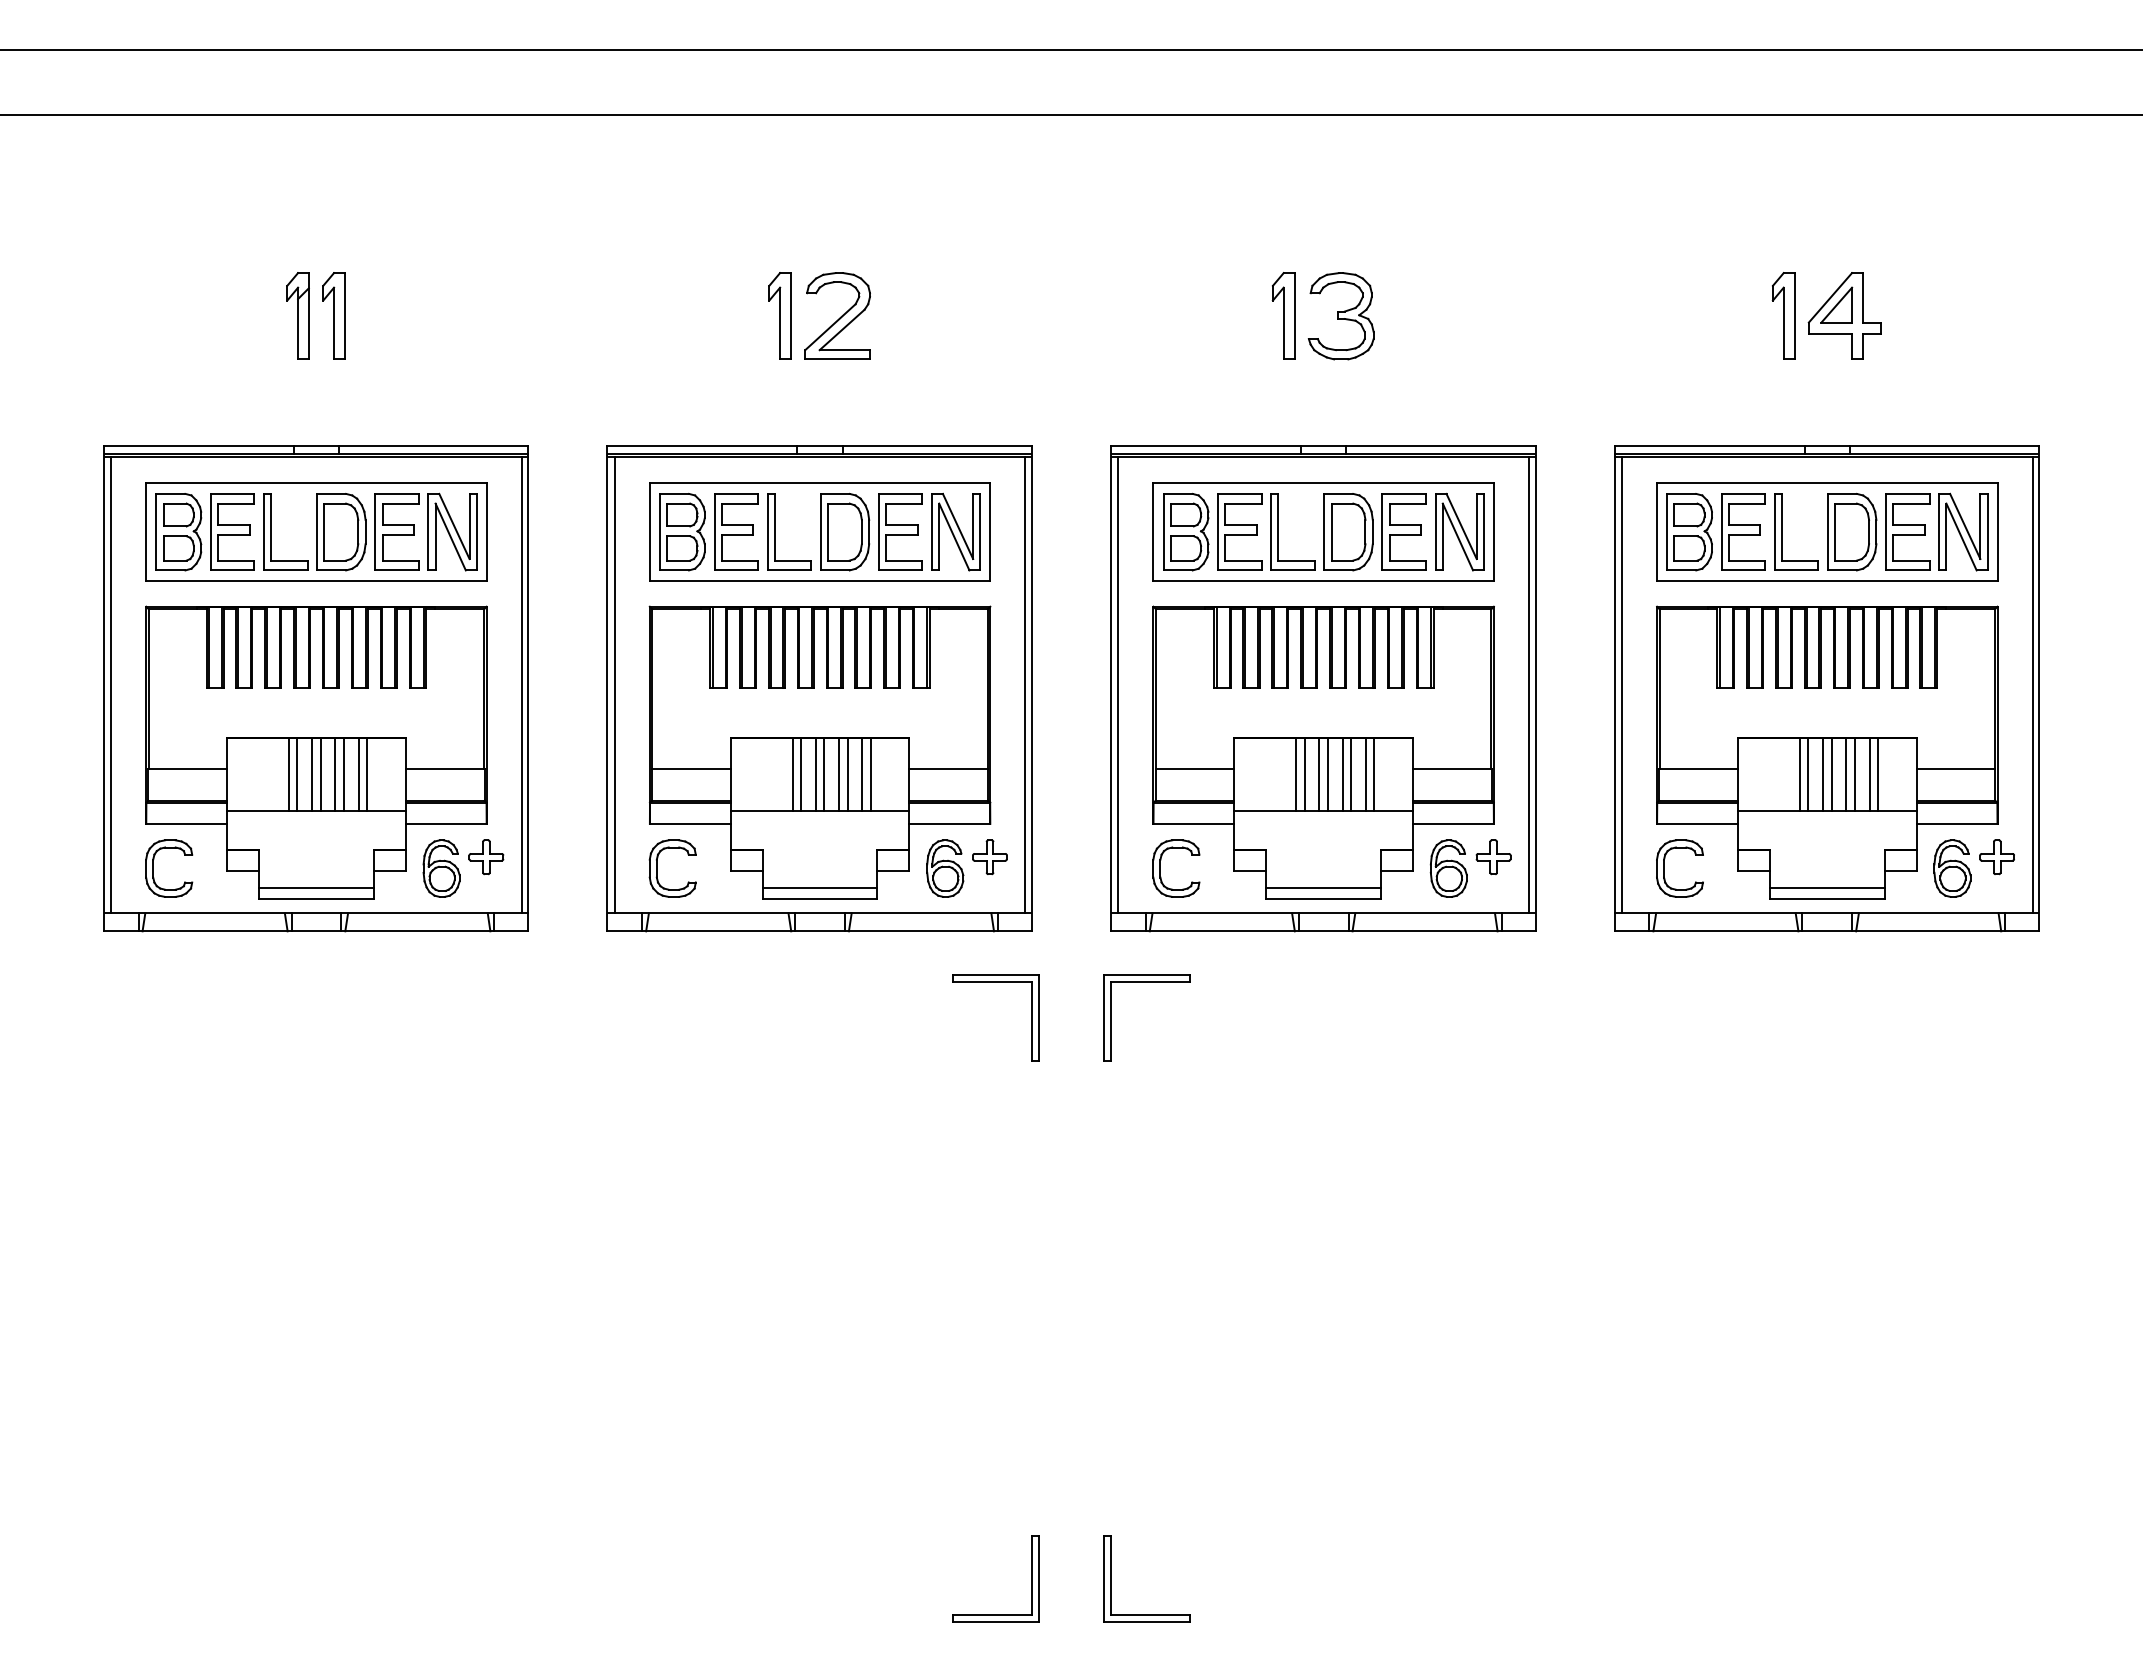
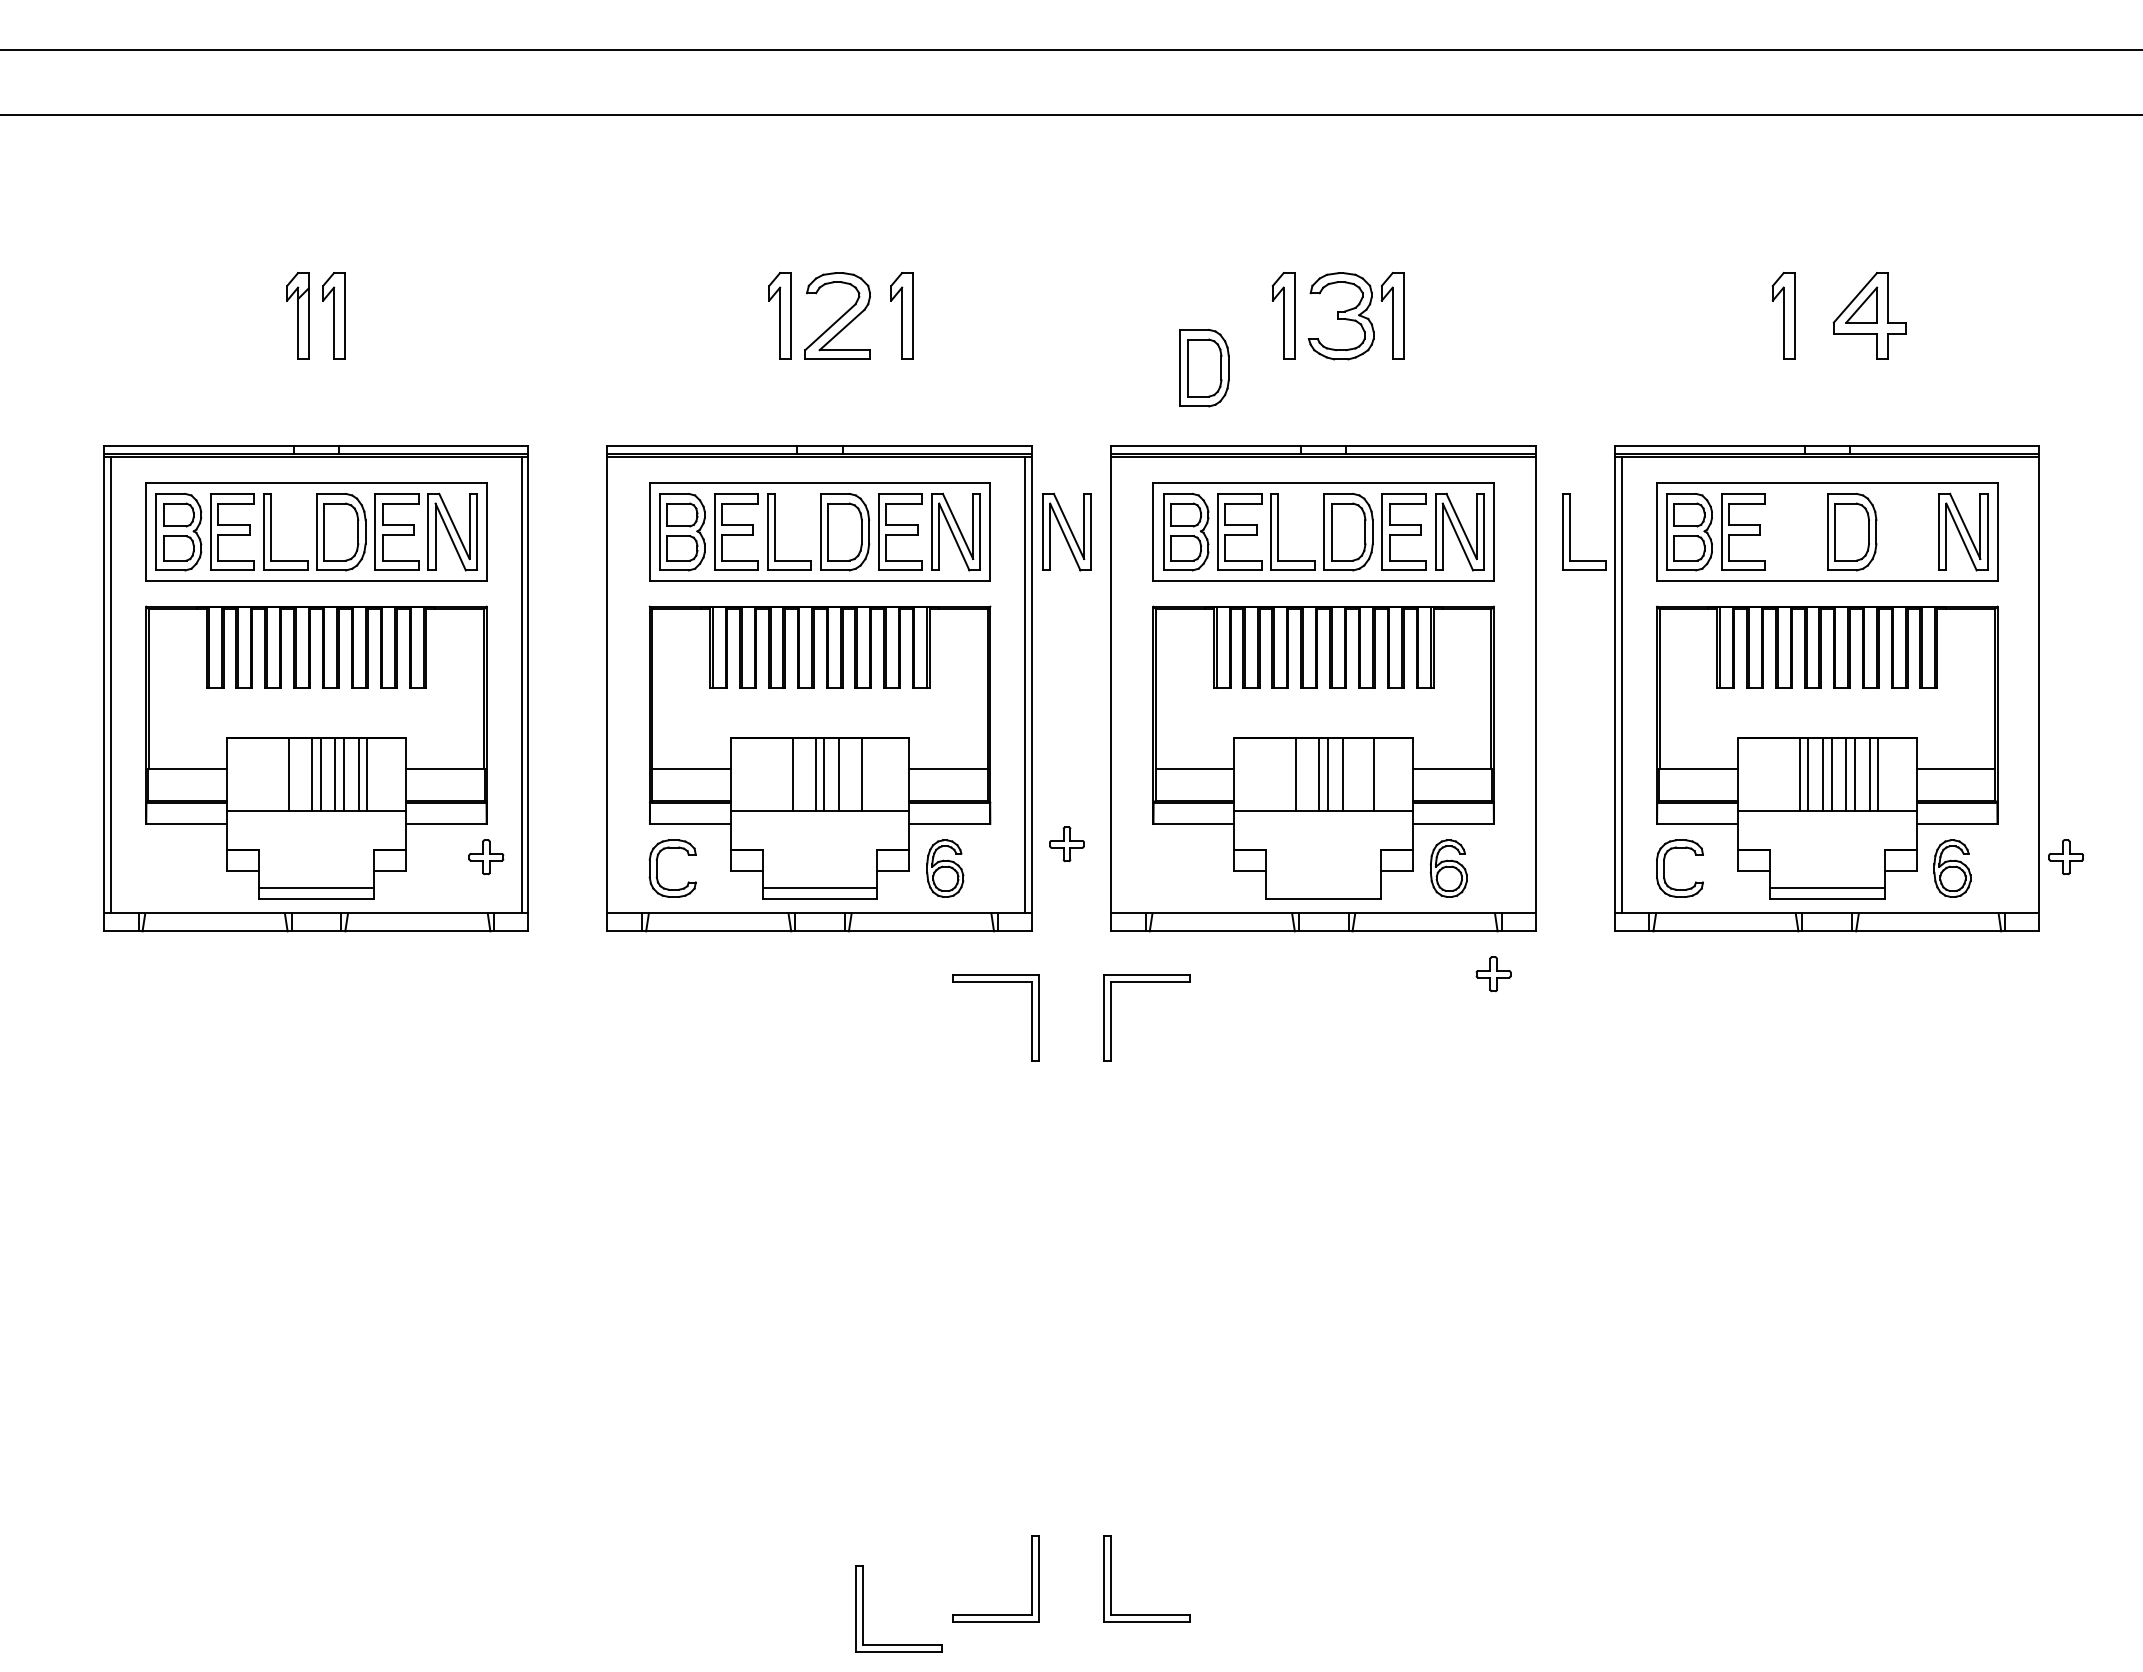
part at (901, 315): none -> present
part at (1392, 315): none -> present
part at (1844, 315) position: (1844, 315) -> (1869, 315)
part at (1204, 368): none -> present
part at (1066, 531): none -> present
part at (1782, 531) position: (1782, 531) -> (1570, 531)
part at (1907, 531): present -> none
line at (614, 685): present -> none
line at (1118, 685): present -> none
line at (1529, 685): present -> none
line at (2032, 685): present -> none
line at (297, 774): present -> none
line at (801, 774): present -> none
line at (847, 774): present -> none
line at (870, 774): present -> none
line at (1304, 774): present -> none
line at (1351, 774): present -> none
line at (1365, 774): present -> none
part at (989, 857) position: (989, 857) -> (1066, 844)
part at (1493, 857) position: (1493, 857) -> (1493, 974)
part at (1996, 857) position: (1996, 857) -> (2065, 857)
part at (153, 868): present -> none
part at (441, 868): present -> none
part at (1160, 868): present -> none
line at (1323, 887): present -> none
part at (863, 1608): none -> present
